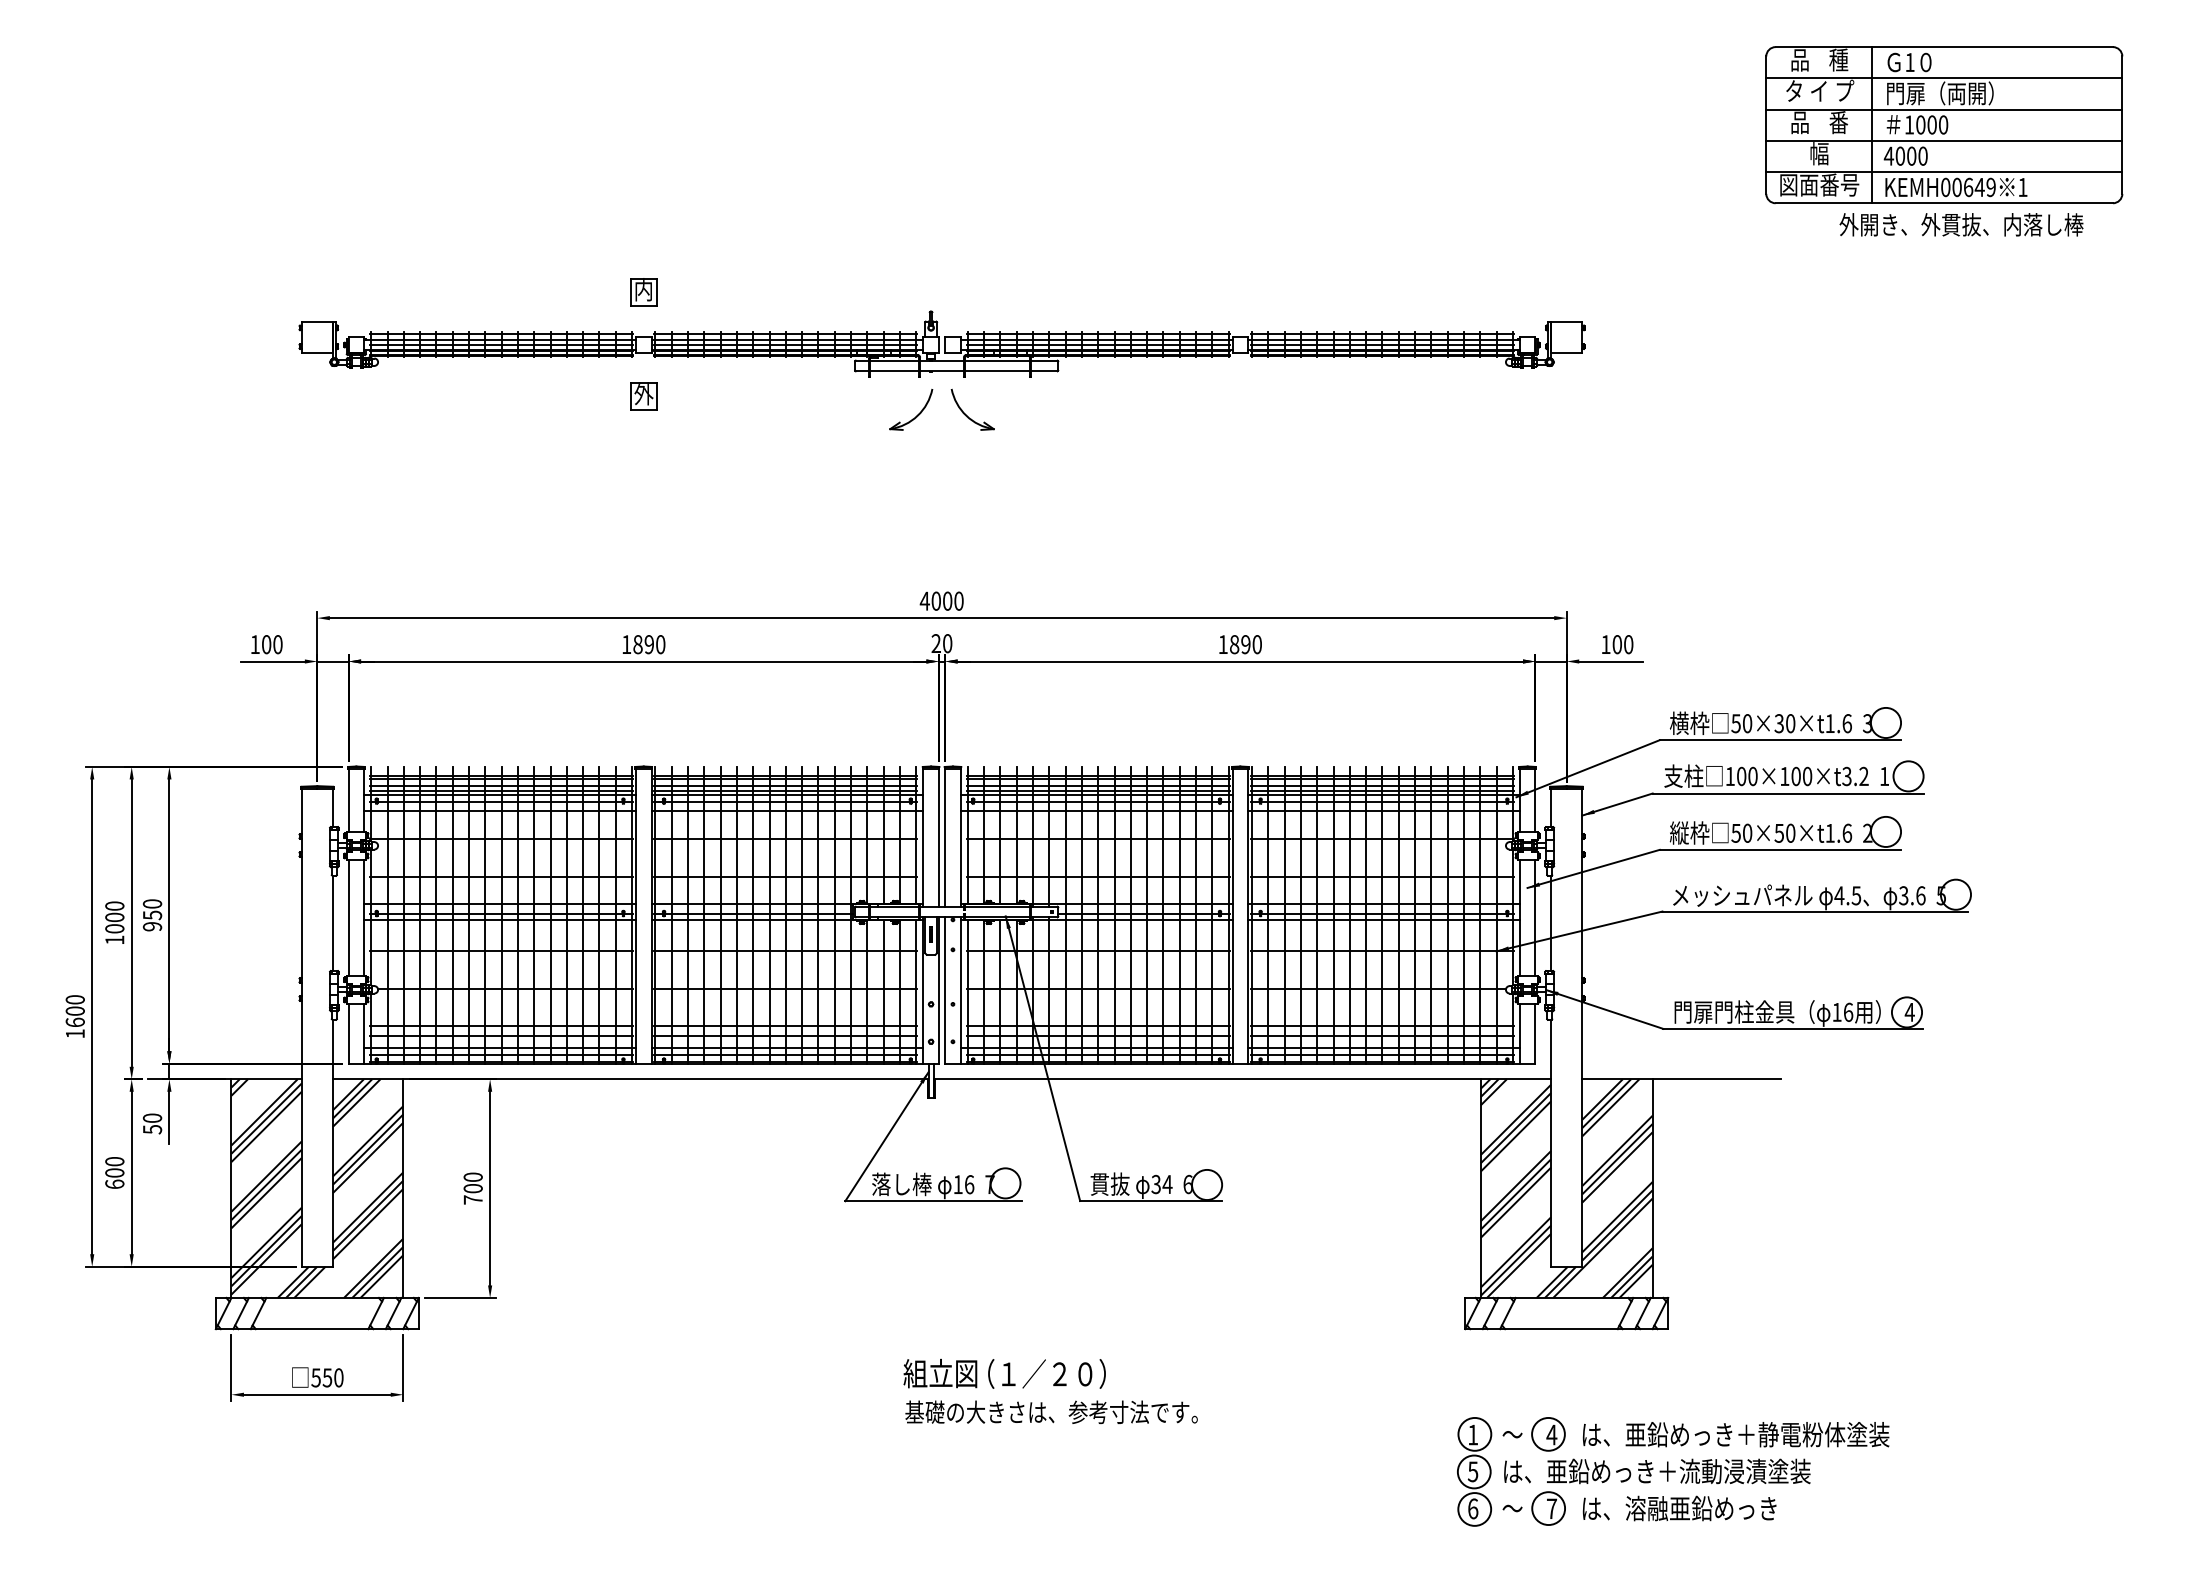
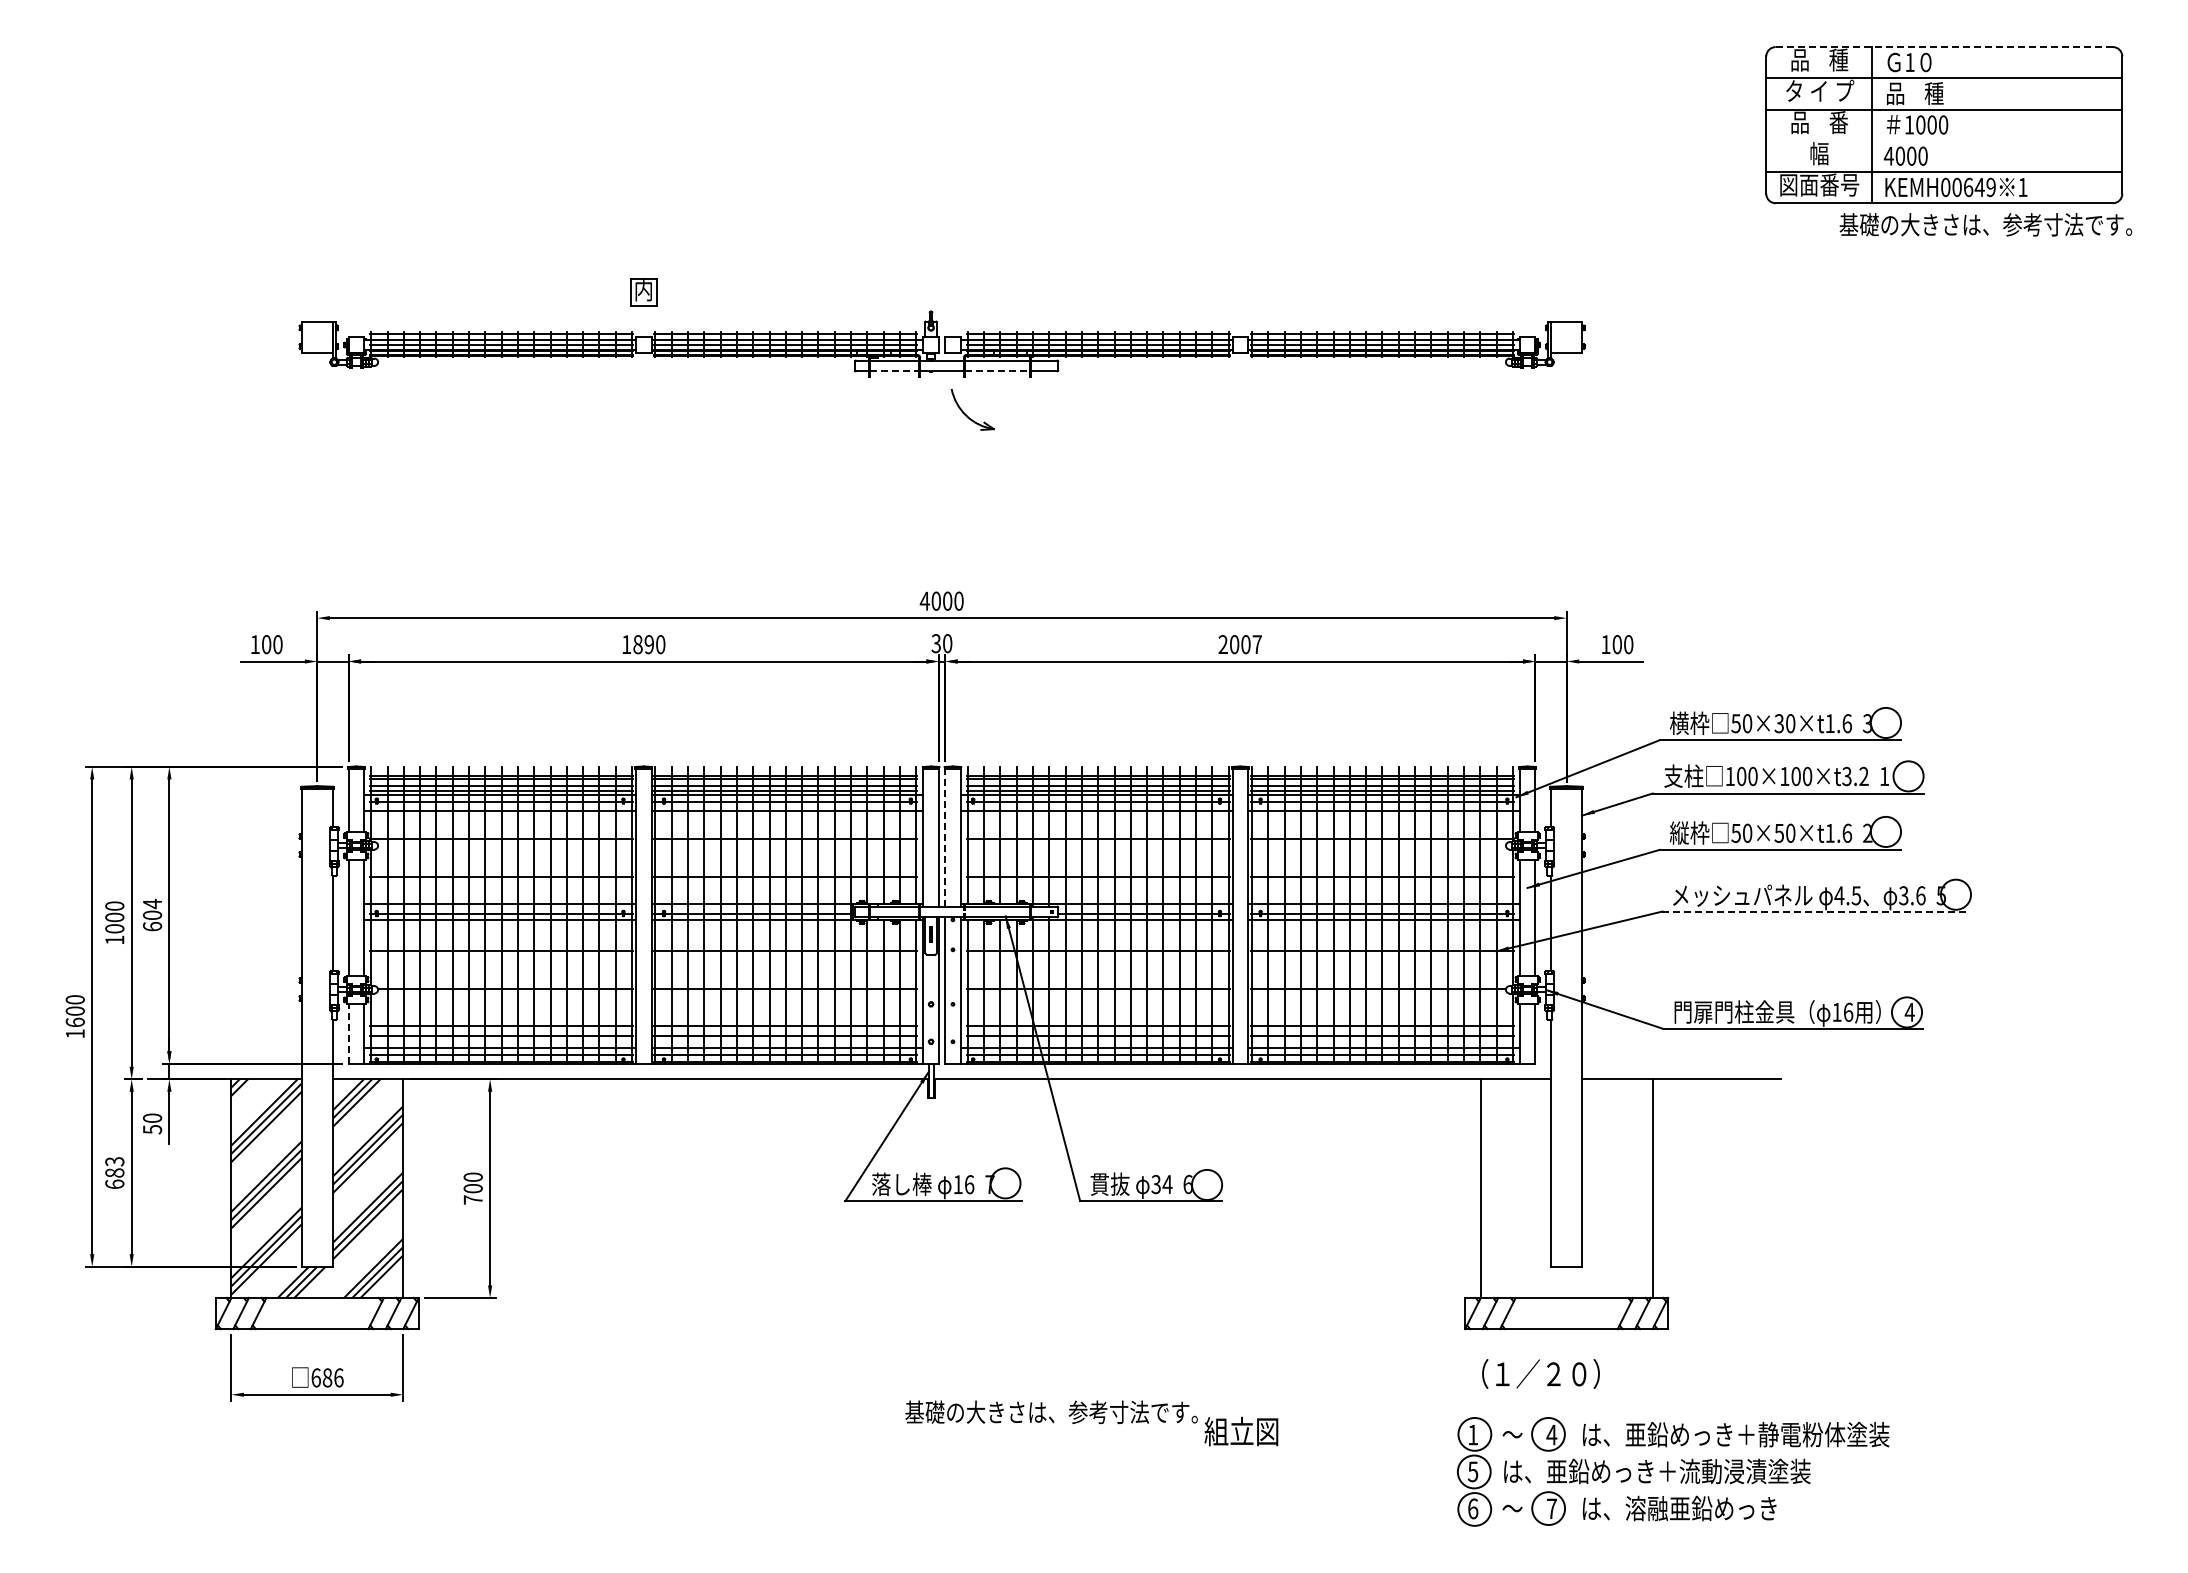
line at (1944, 47): solid -> dashed
text at (1940, 93): 門扉（両開） -> 品    種
line at (1944, 140): present -> none
text at (1985, 224): 外開き、外貫抜、内落し棒 -> 基礎の大きさは、参考寸法です。
line at (895, 371): solid -> dashed
line at (998, 371): solid -> dashed
part at (643, 396): present -> none
part at (917, 414): present -> none
text at (935, 643): 20 -> 30
text at (1239, 644): 1890 -> 2007
line at (945, 837): solid -> dashed
line at (1815, 911): solid -> dashed
text at (152, 915): 950 -> 604
line at (348, 1033): solid -> dashed
text at (114, 1167): 600 -> 683
hatch at (1566, 1188): present -> none
text at (940, 1373) position: (940, 1373) -> (1241, 1431)
text at (1046, 1373) position: (1046, 1373) -> (1540, 1373)
text at (327, 1377): 550 -> 686
